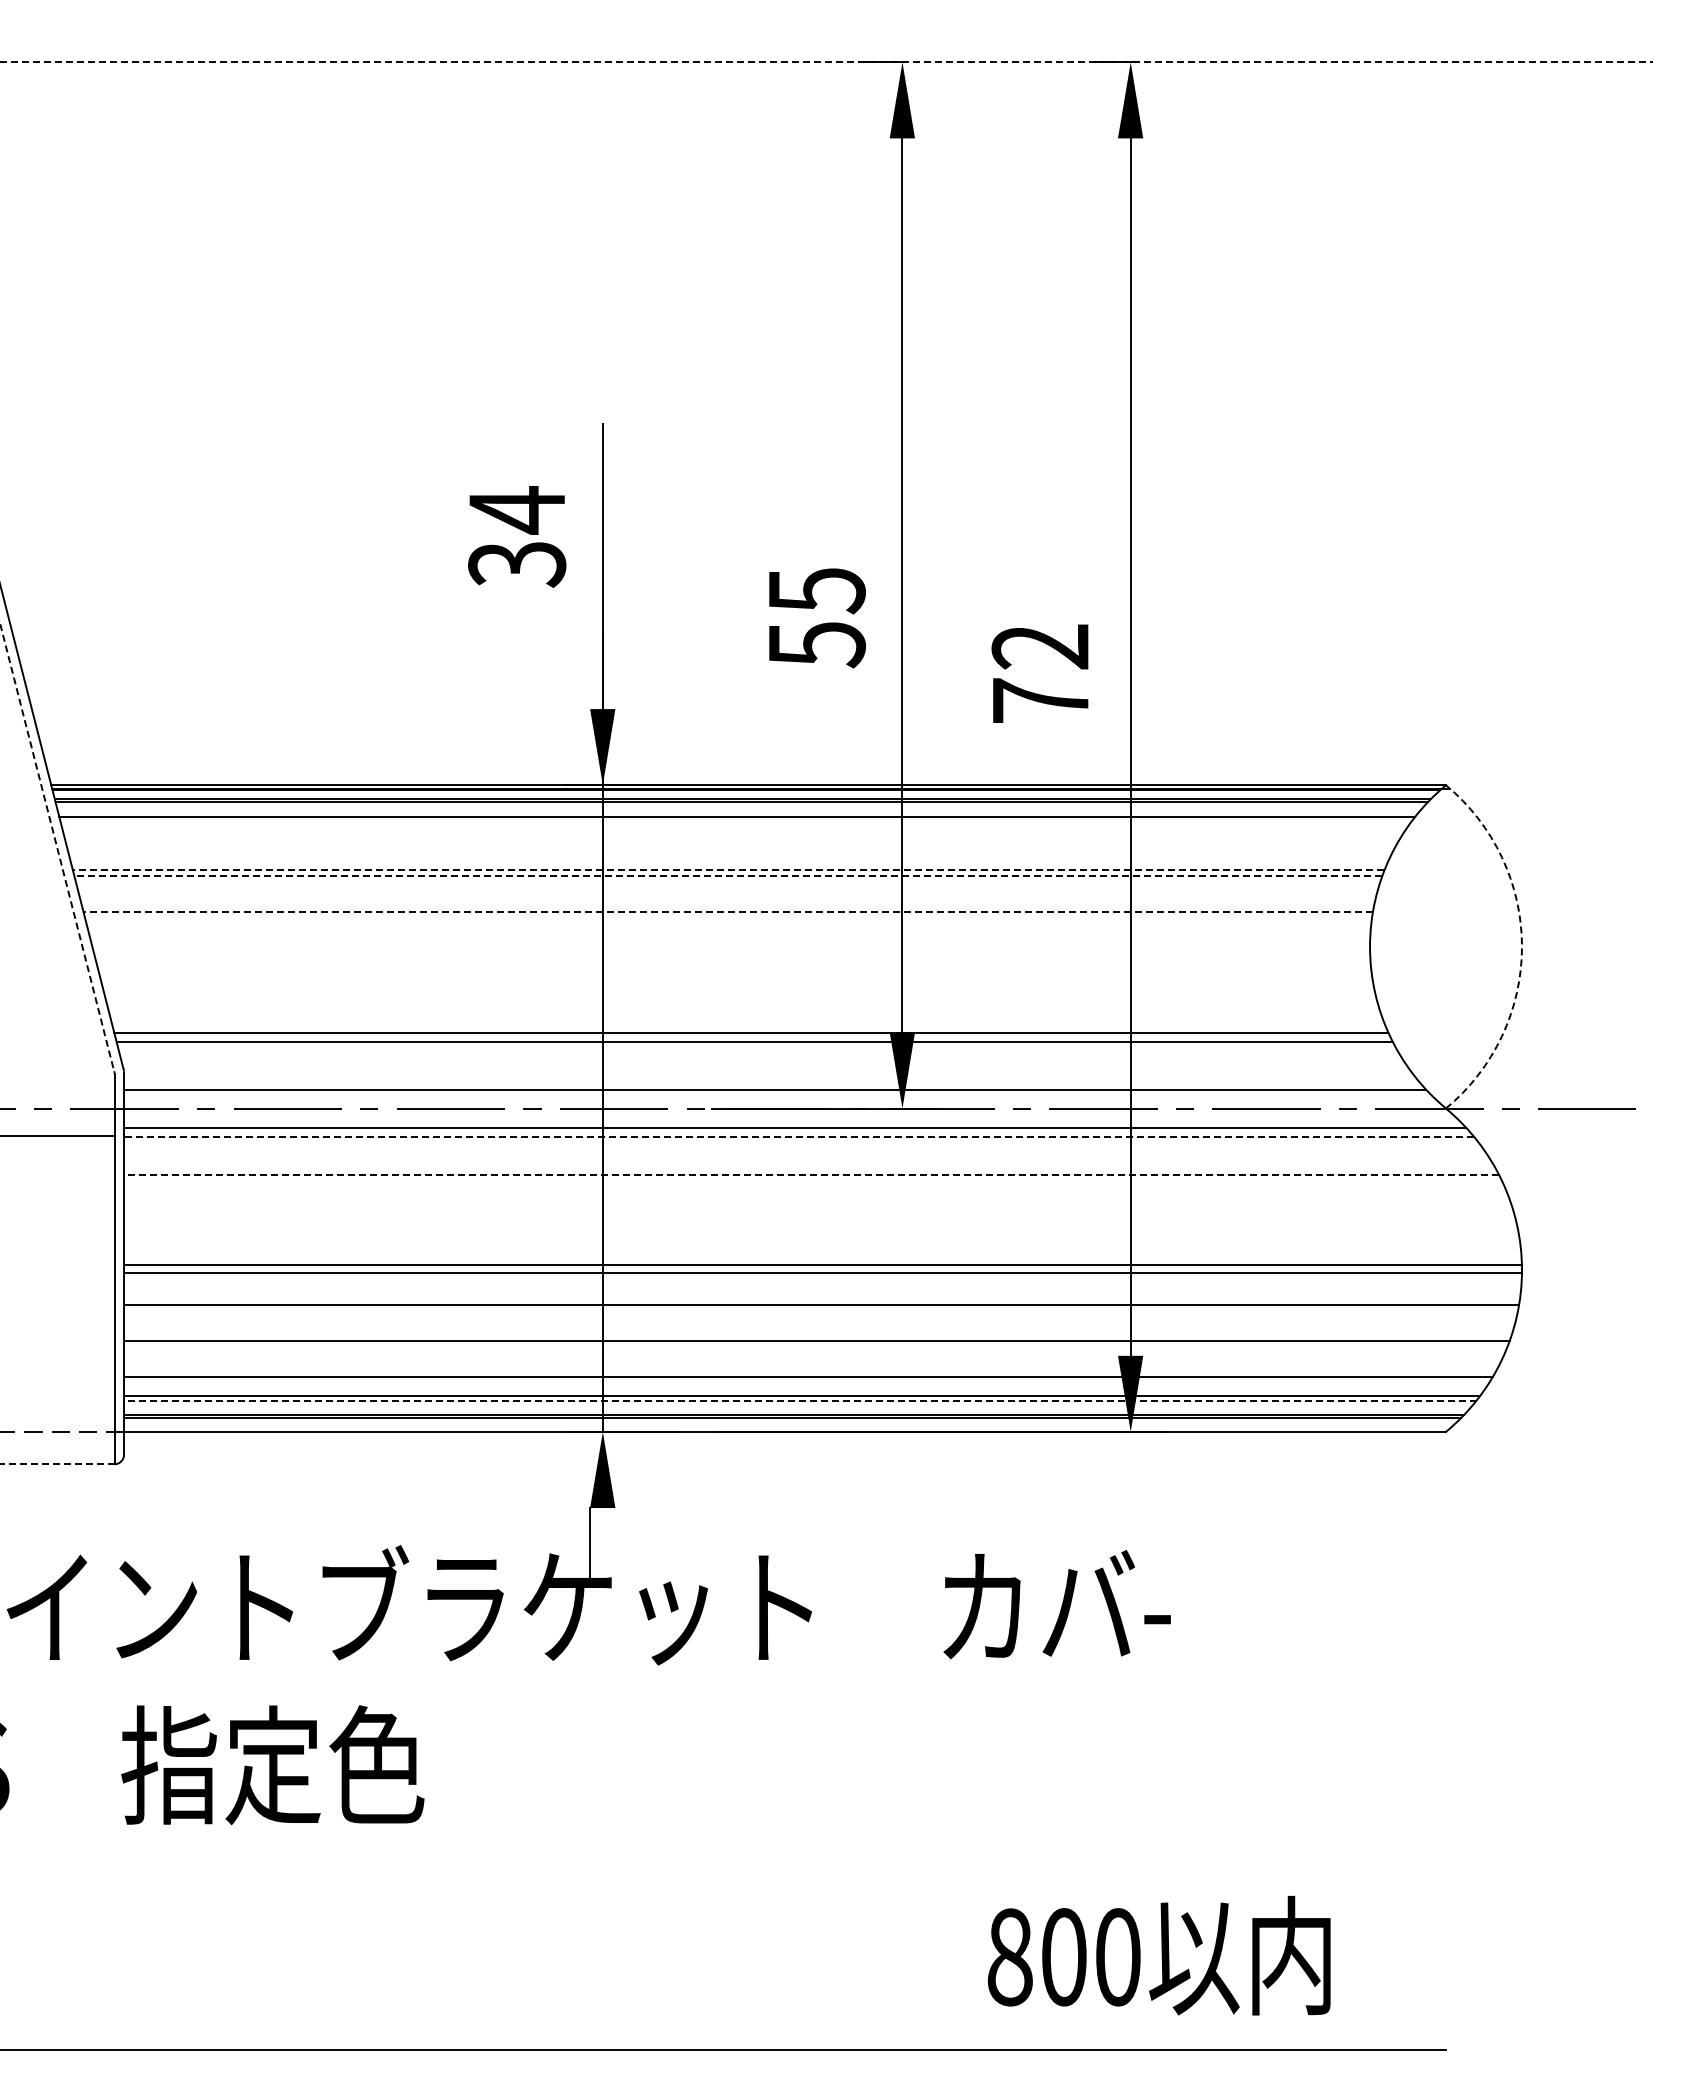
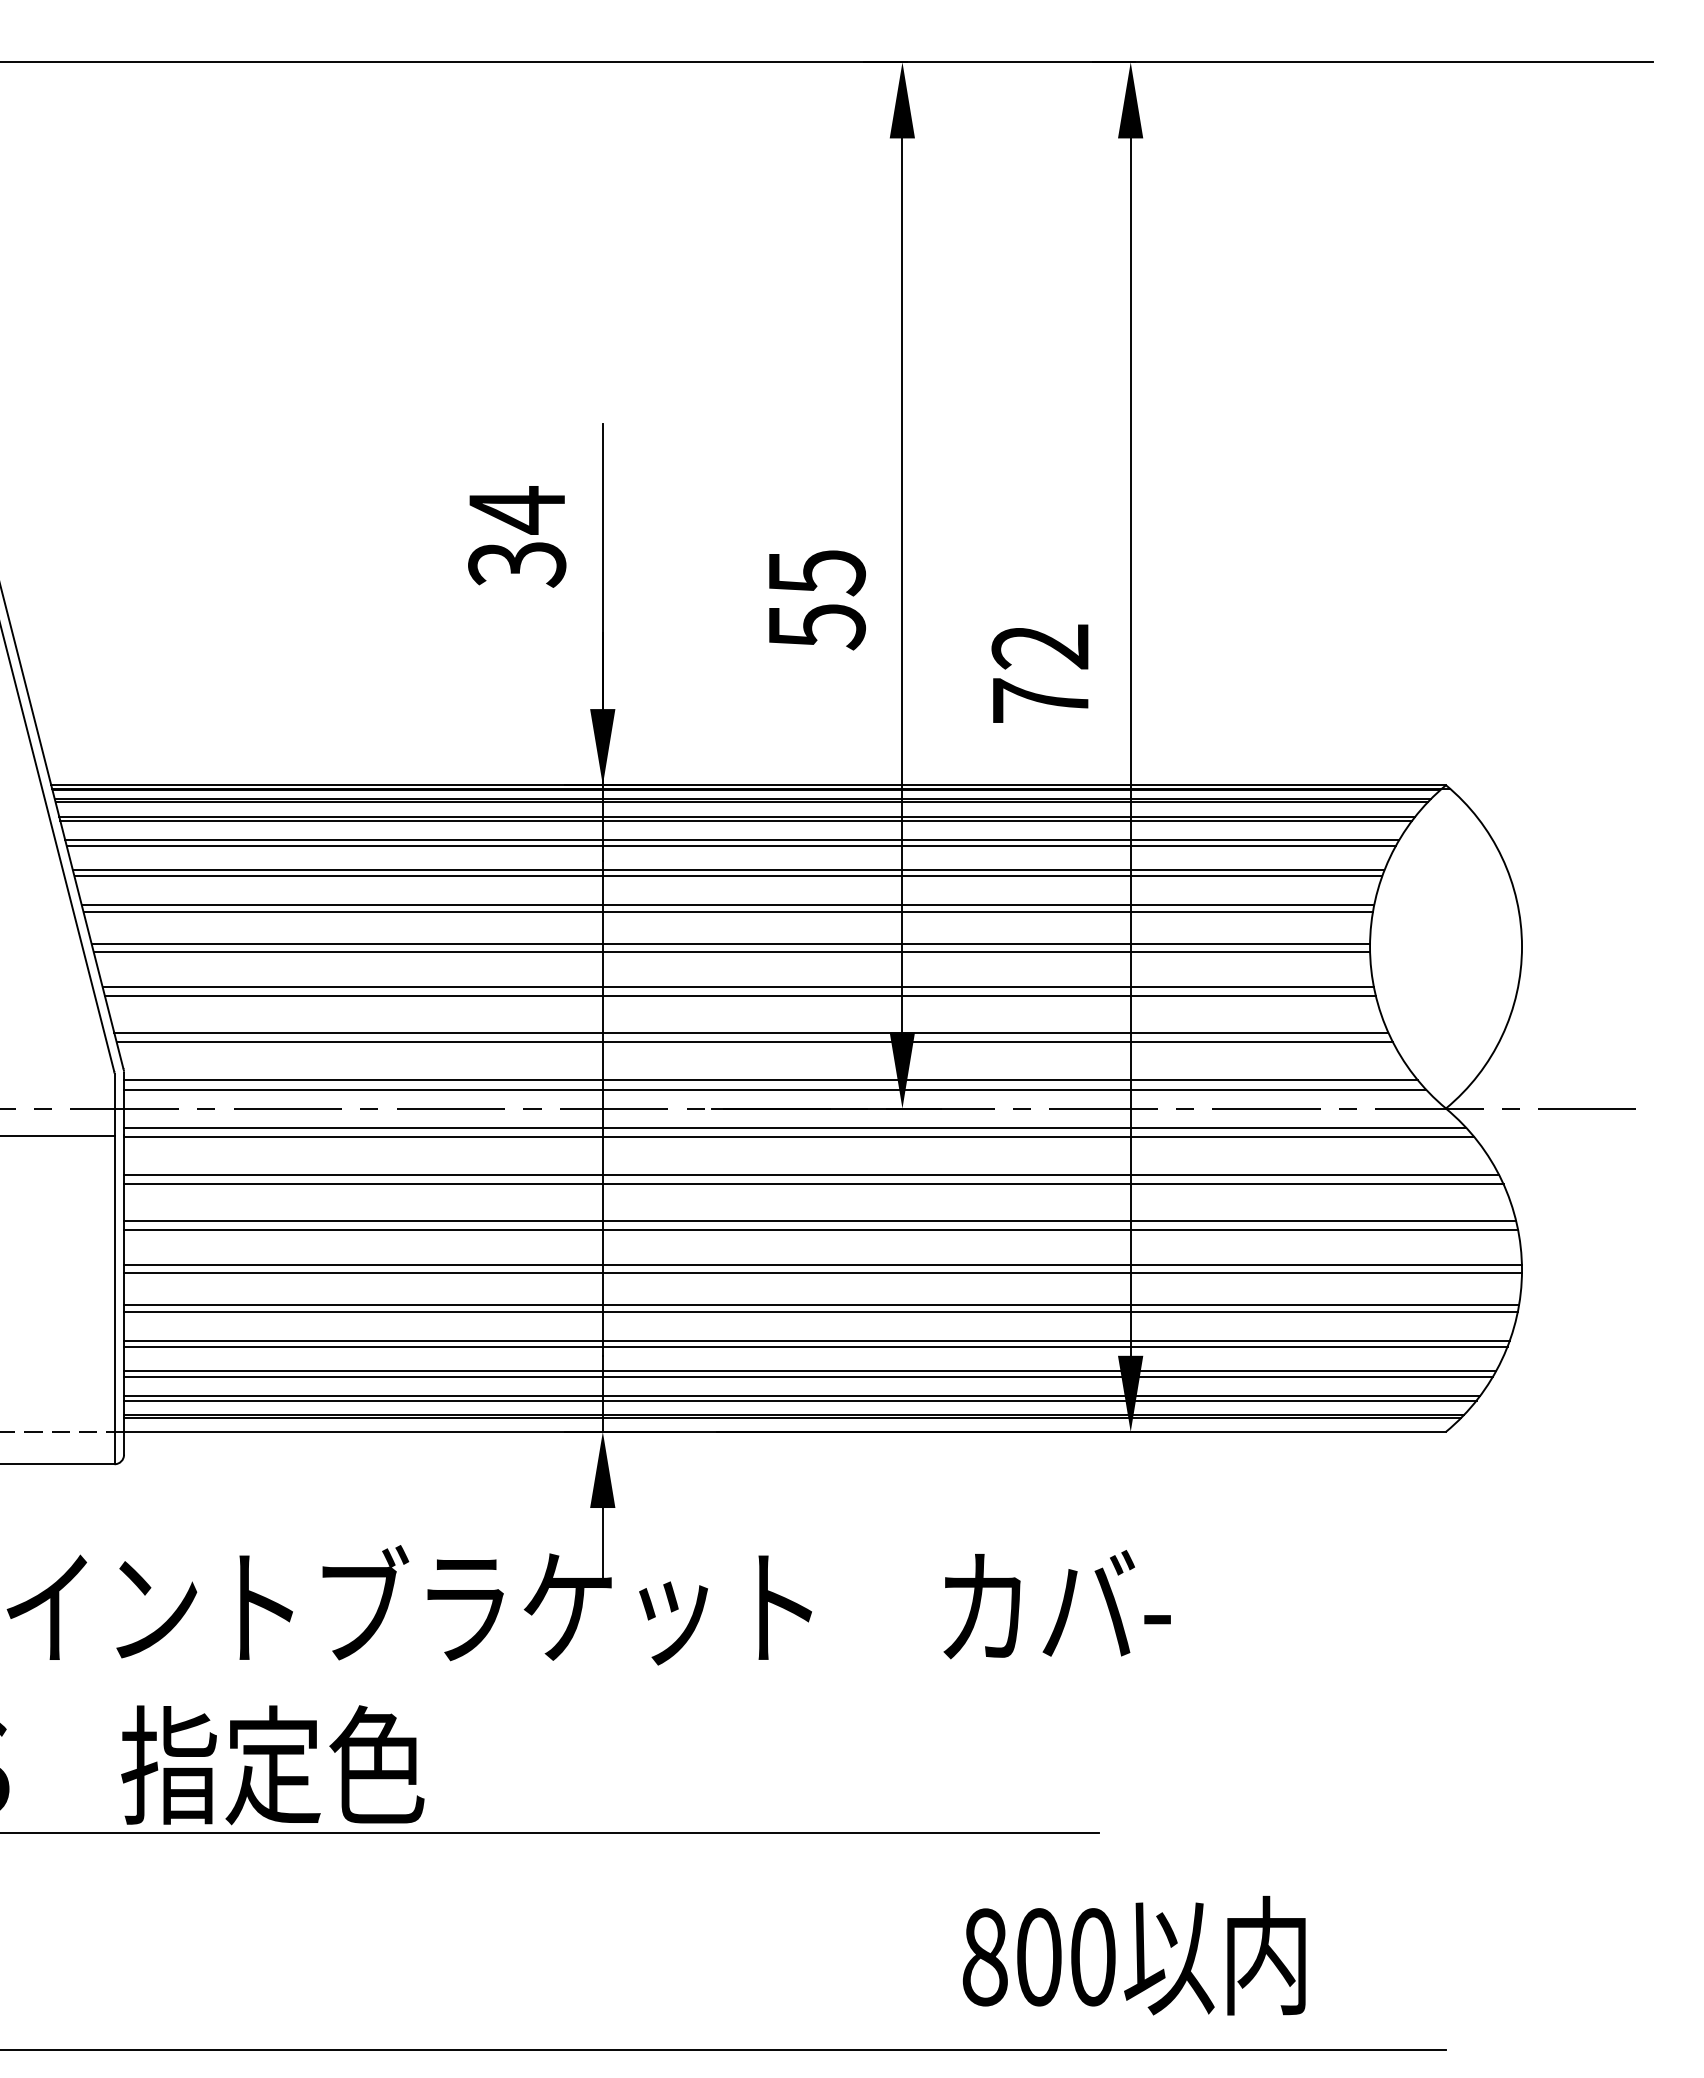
line at (826, 62): dashed -> solid
text at (817, 618) position: (817, 618) -> (817, 600)
line at (736, 820): none -> present
line at (731, 840): none -> present
line at (730, 845): none -> present
line at (57, 847): dashed -> solid
line at (728, 869): dashed -> solid
line at (728, 876): dashed -> solid
line at (727, 904): none -> present
line at (728, 912): dashed -> solid
line at (730, 944): none -> present
arc at (1522, 946): dashed -> solid
line at (731, 952): none -> present
line at (737, 987): none -> present
line at (740, 995): none -> present
line at (770, 1080): none -> present
line at (798, 1137): dashed -> solid
line at (811, 1175): dashed -> solid
line at (813, 1184): none -> present
line at (820, 1221): none -> present
line at (821, 1230): none -> present
line at (820, 1312): none -> present
line at (815, 1347): none -> present
line at (810, 1371): none -> present
line at (799, 1400): dashed -> solid
line at (57, 1464): dashed -> solid
line at (589, 1546) position: (589, 1546) -> (602, 1546)
line at (550, 1833): none -> present
text at (1158, 1955) position: (1158, 1955) -> (1133, 1955)
